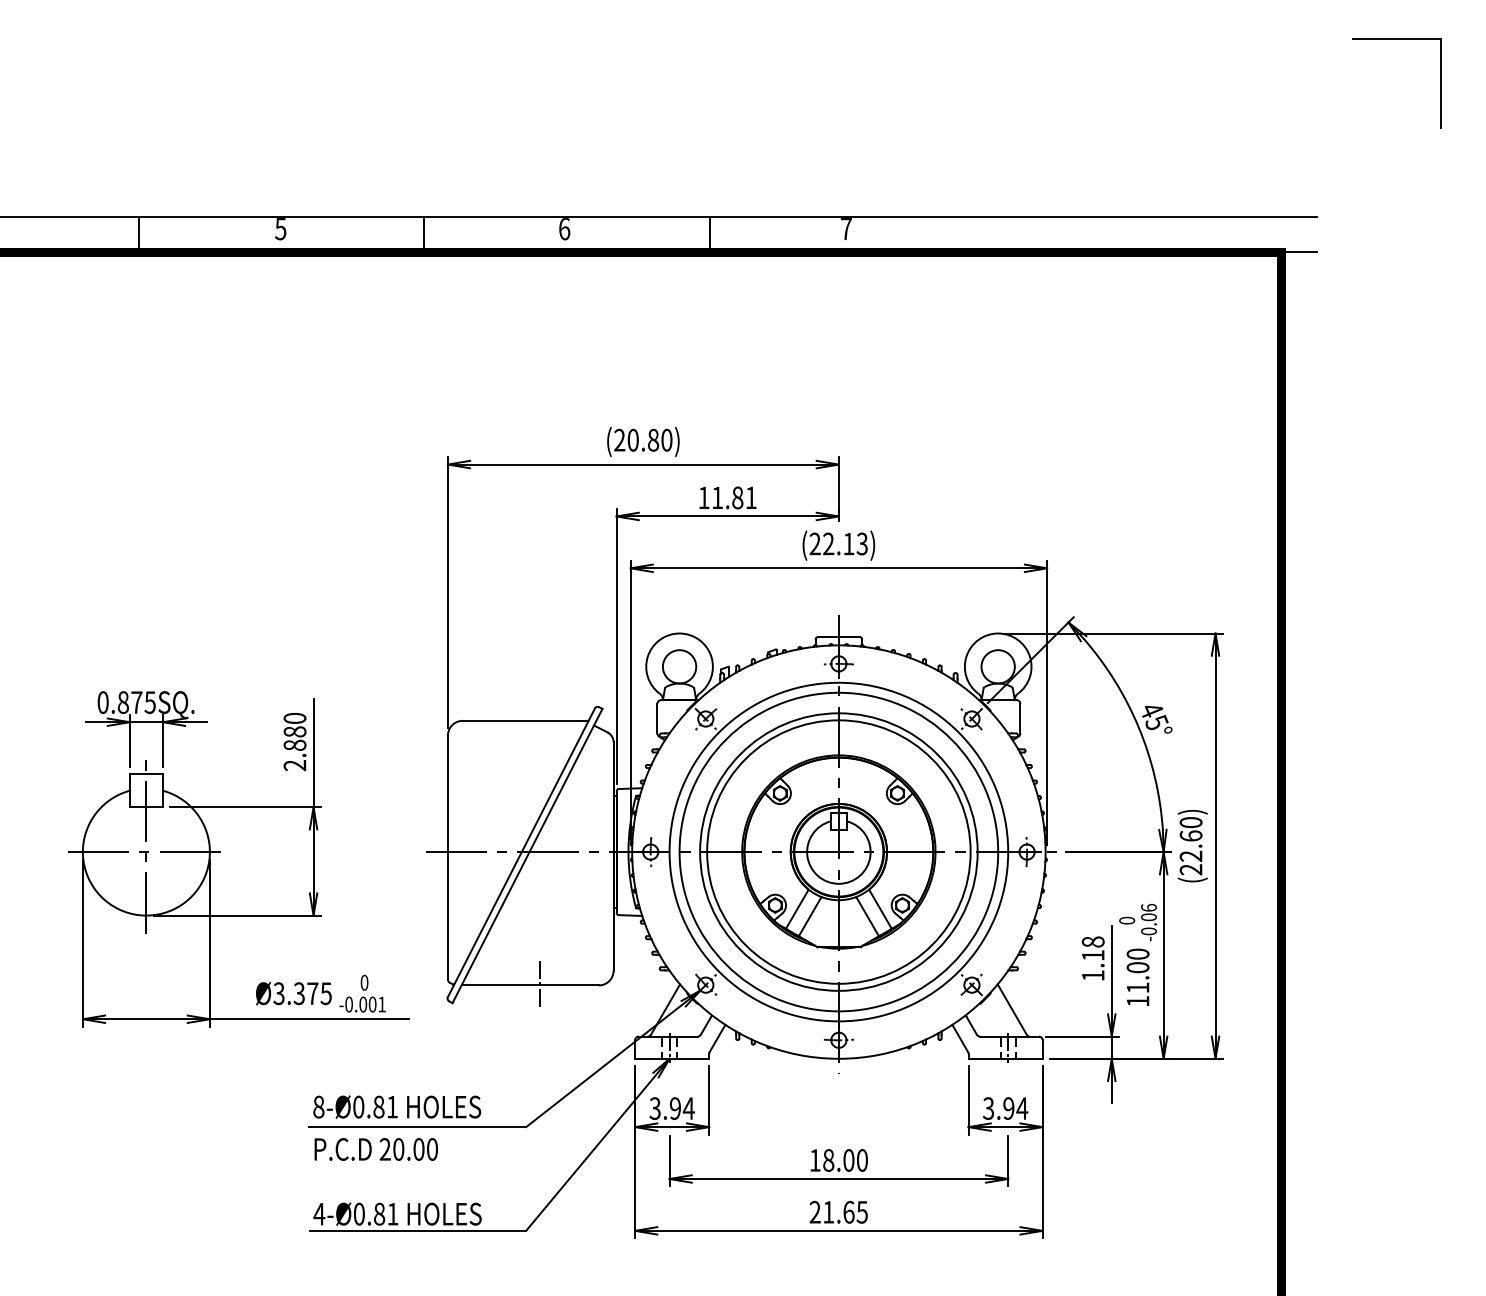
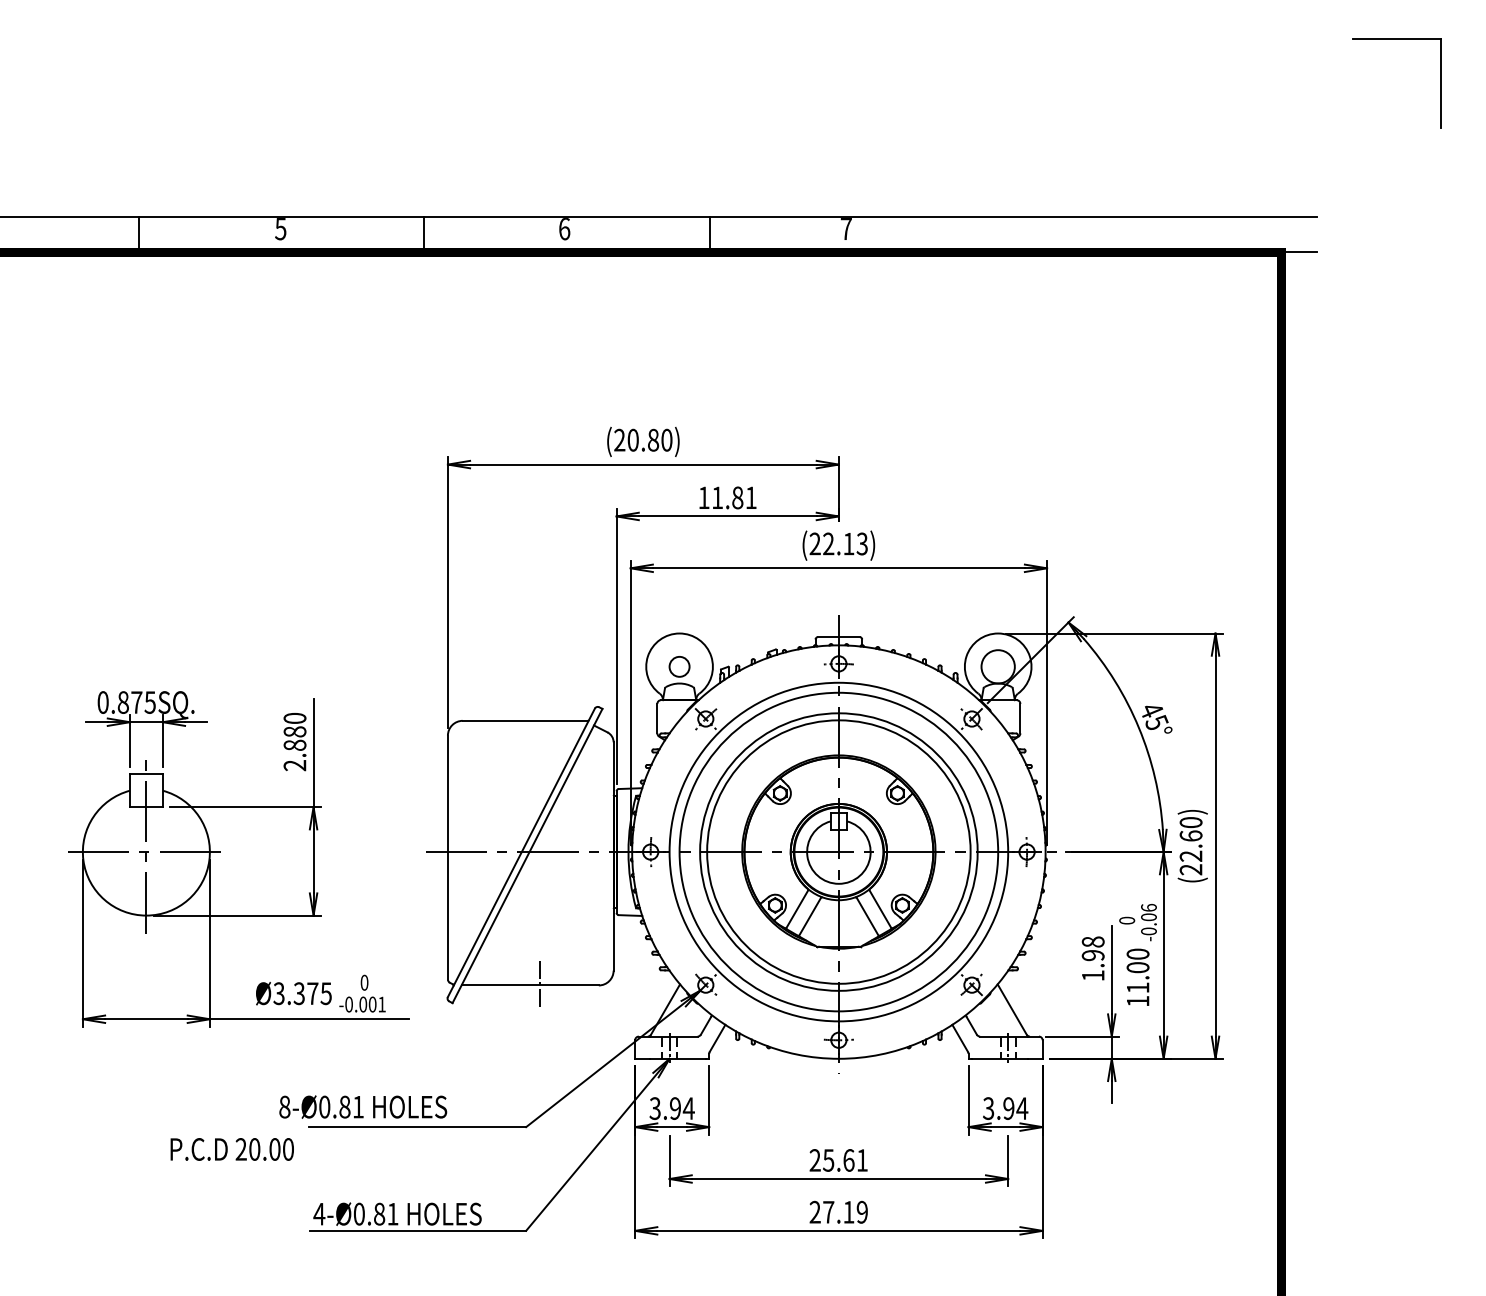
circle at (679, 666) diameter: 33 px -> 20 px
text at (1092, 955): 1.18 -> 1.98
text at (397, 1106) position: (397, 1106) -> (363, 1106)
text at (375, 1149) position: (375, 1149) -> (231, 1149)
text at (838, 1160): 18.00 -> 25.61
text at (845, 1211): 21.65 -> 27.19
